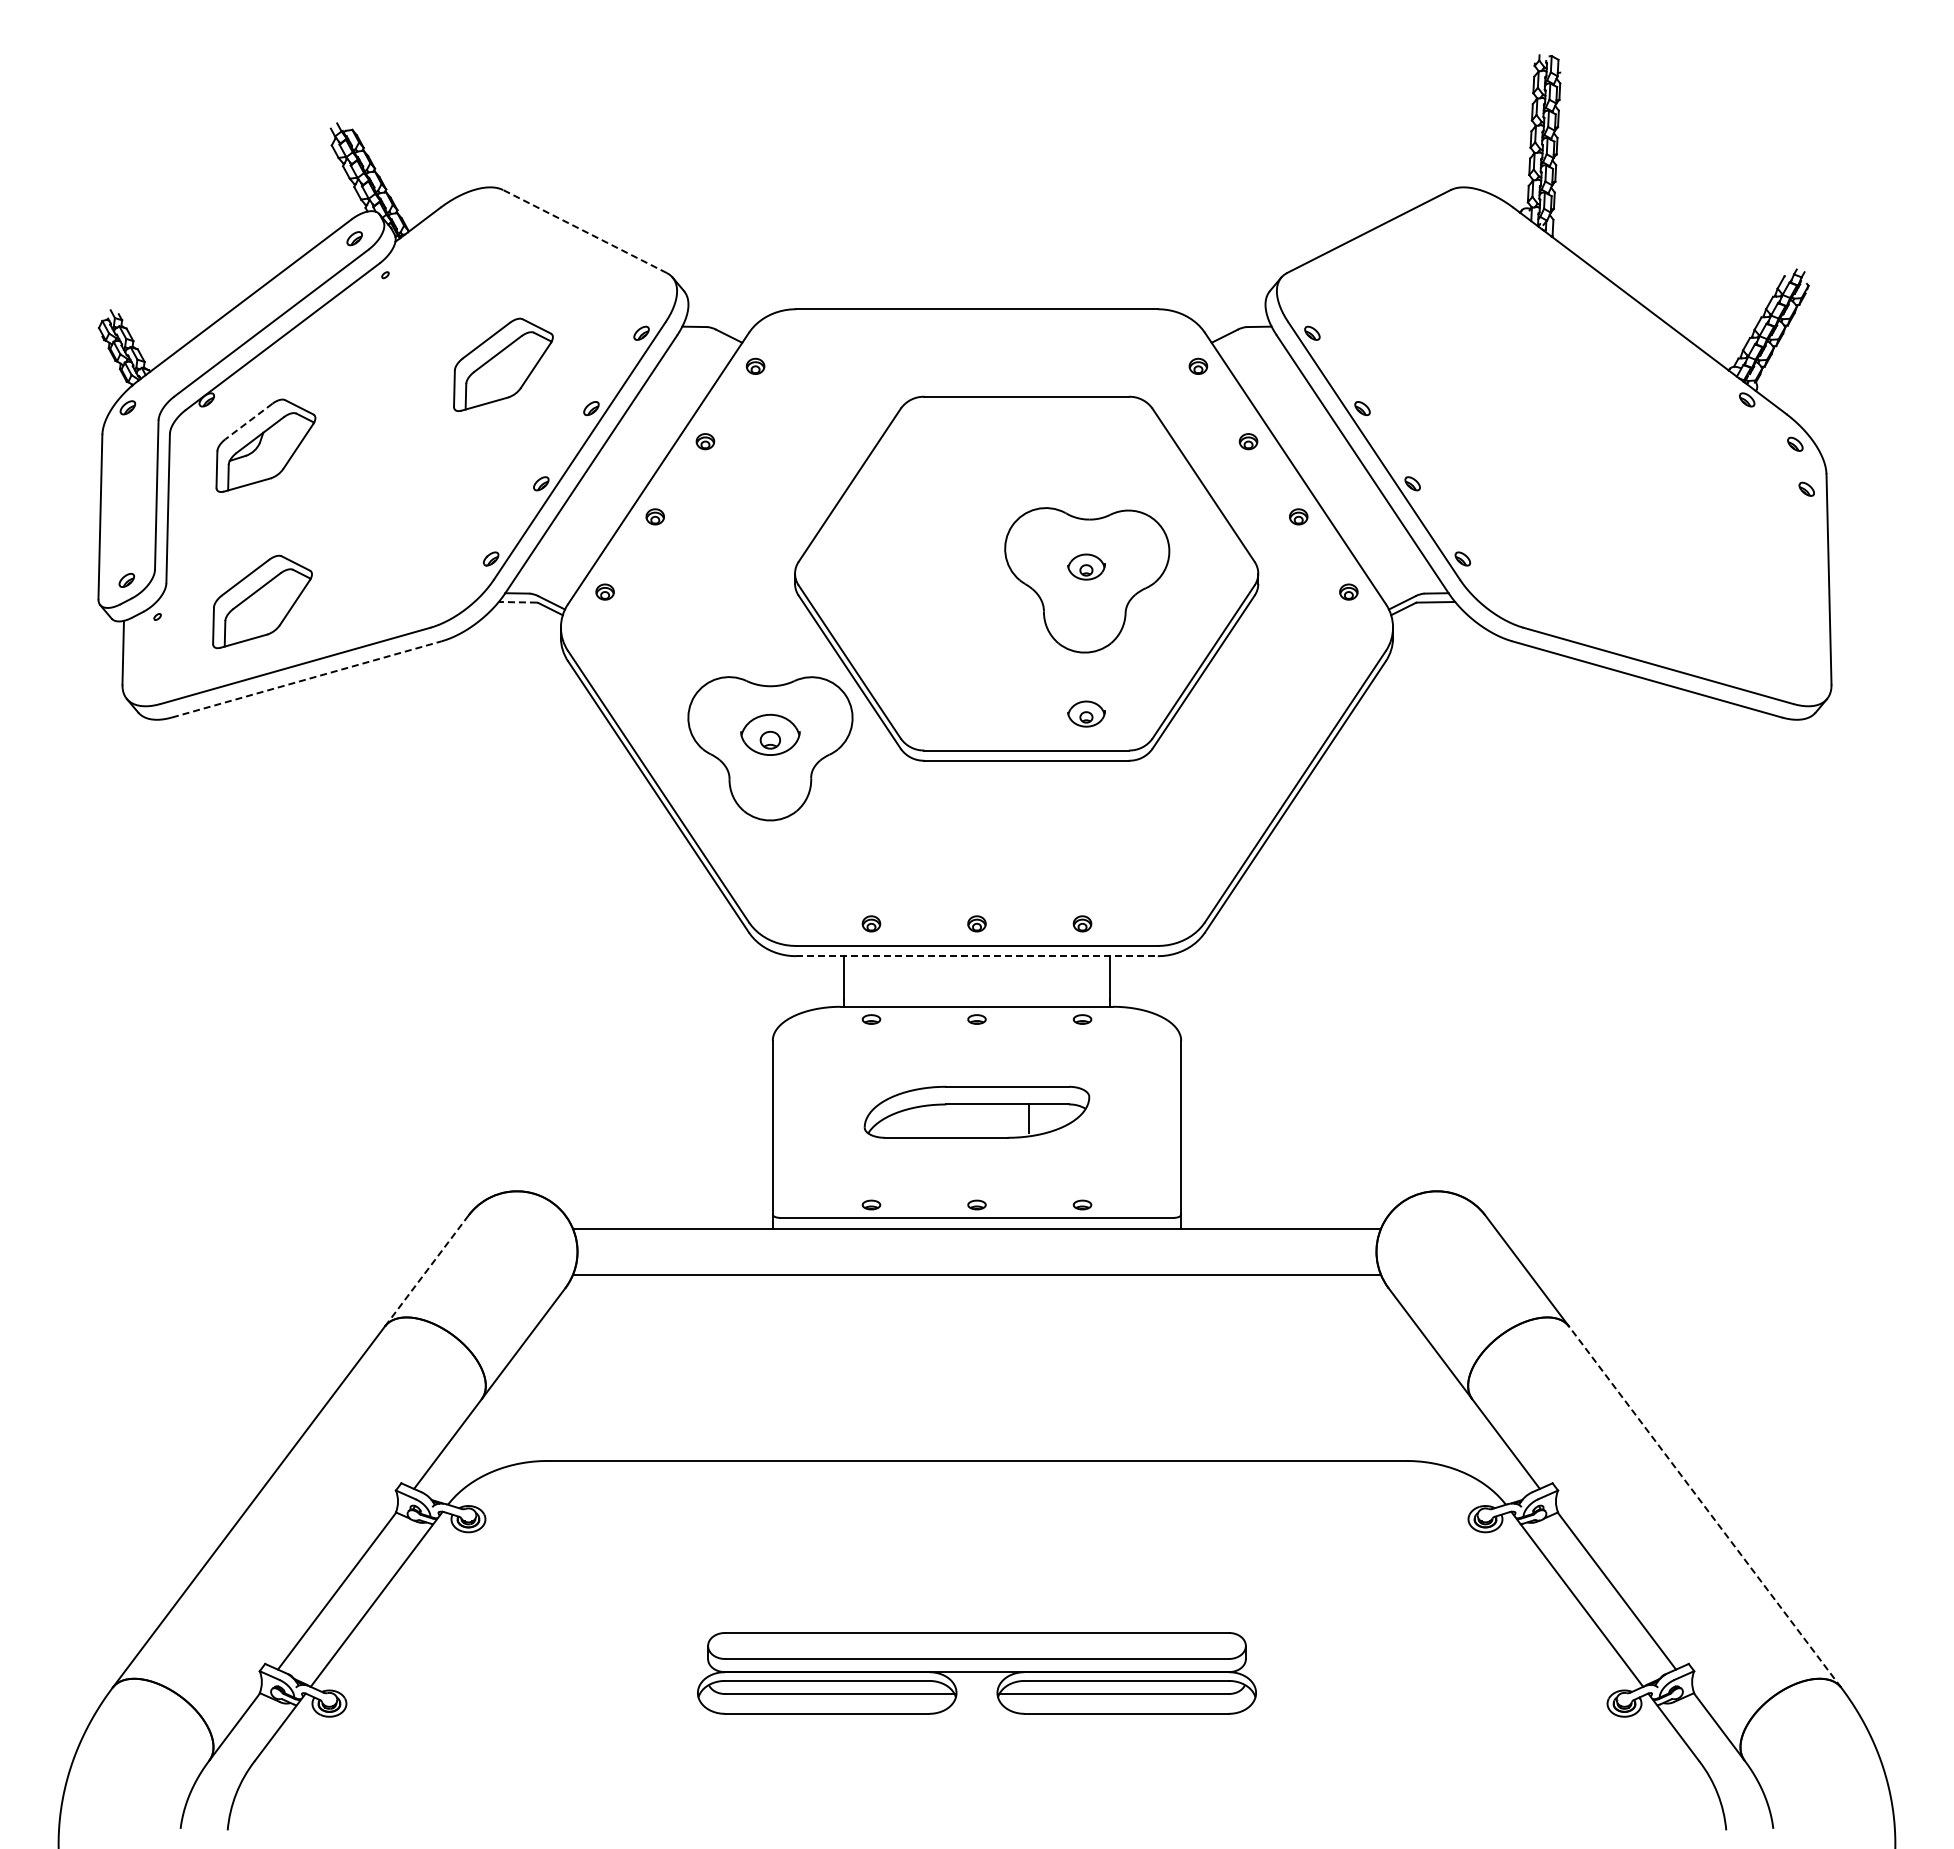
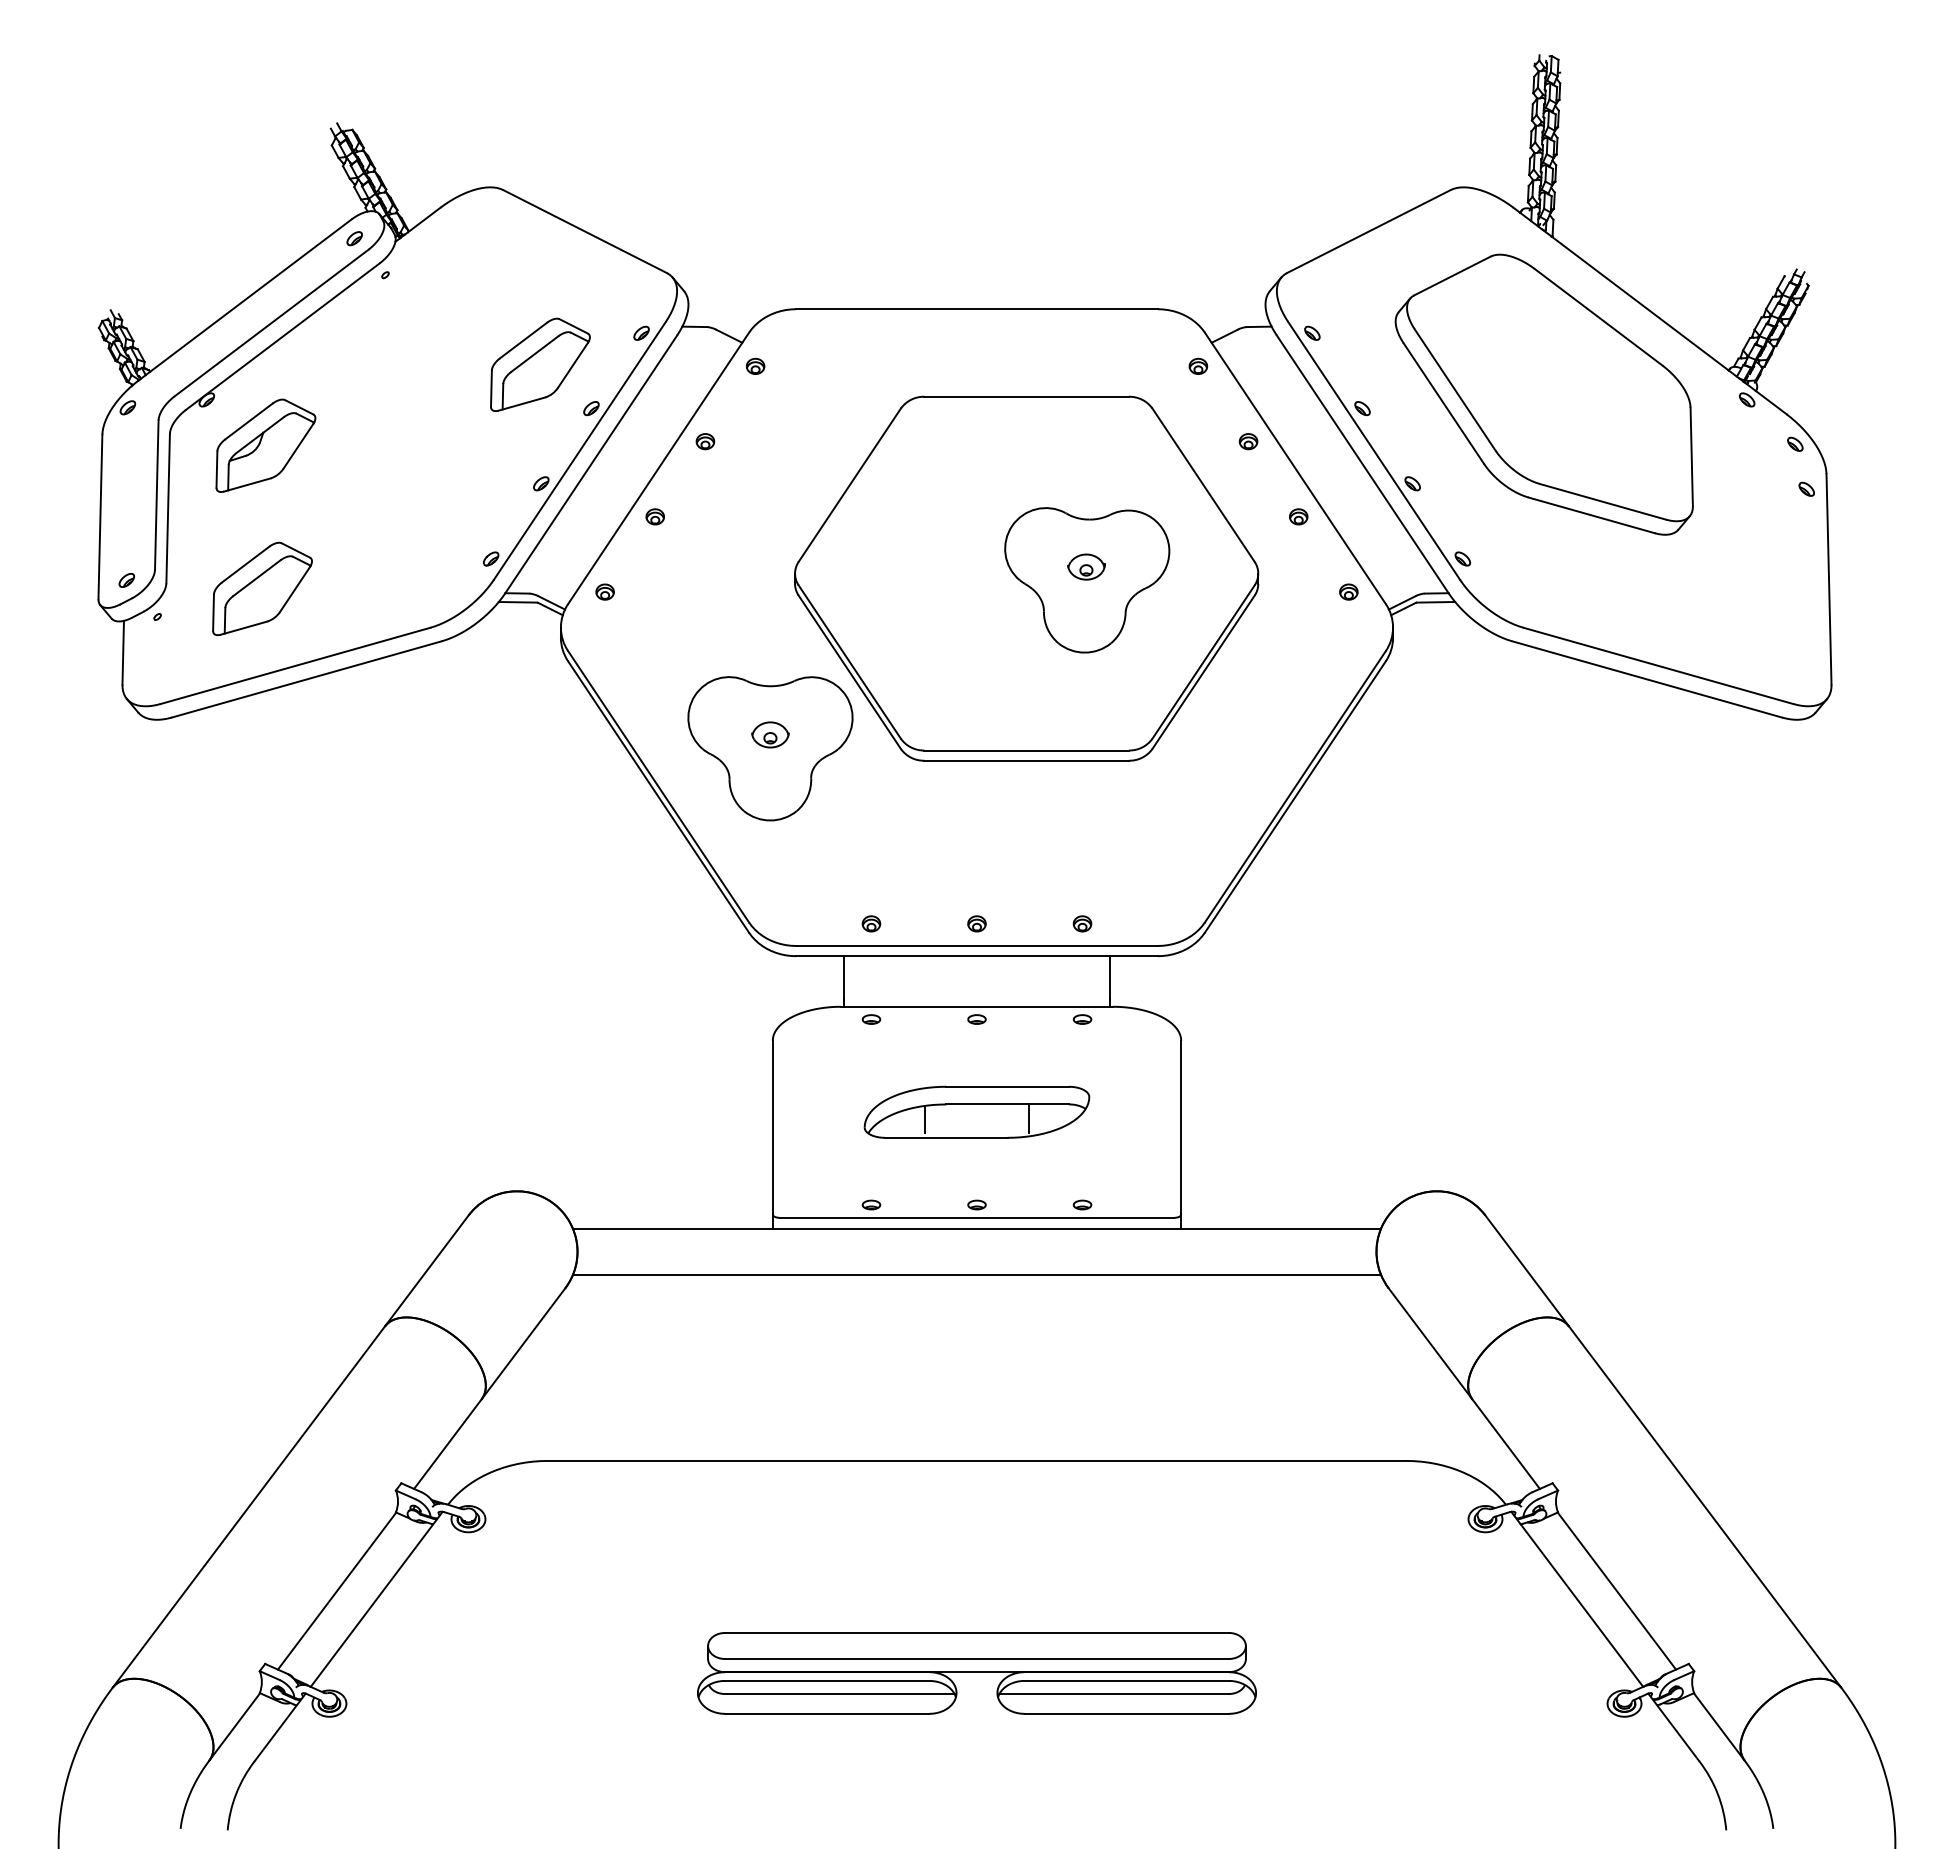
line at (585, 231): dashed -> solid
part at (503, 364) position: (503, 364) -> (540, 364)
part at (1543, 394): none -> present
line at (248, 421): dashed -> solid
part at (262, 601) position: (262, 601) -> (262, 588)
line at (517, 602): dashed -> solid
line at (307, 679): dashed -> solid
part at (1086, 713): present -> none
part at (770, 734) size: 61x43 px -> 39x28 px
line at (976, 956): dashed -> solid
line at (925, 1118): none -> present
line at (426, 1271): dashed -> solid
line at (1704, 1506): dashed -> solid
